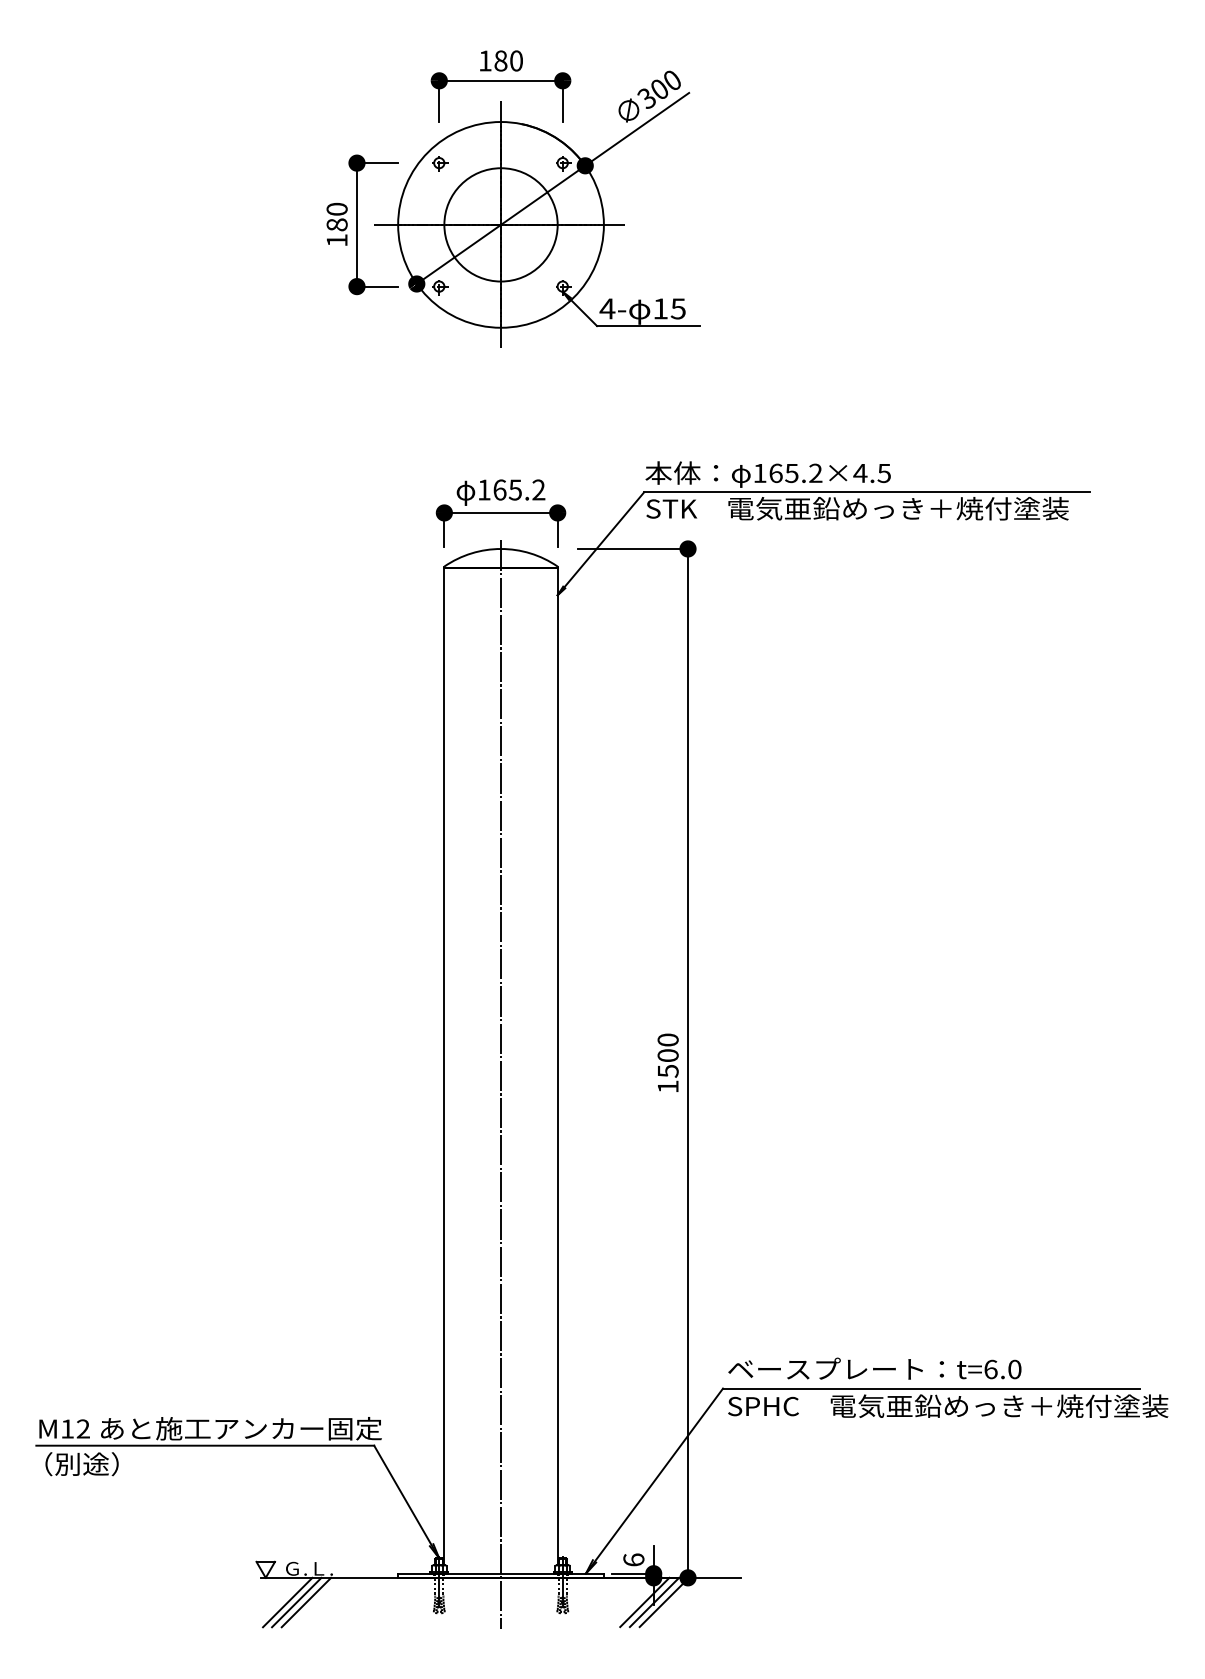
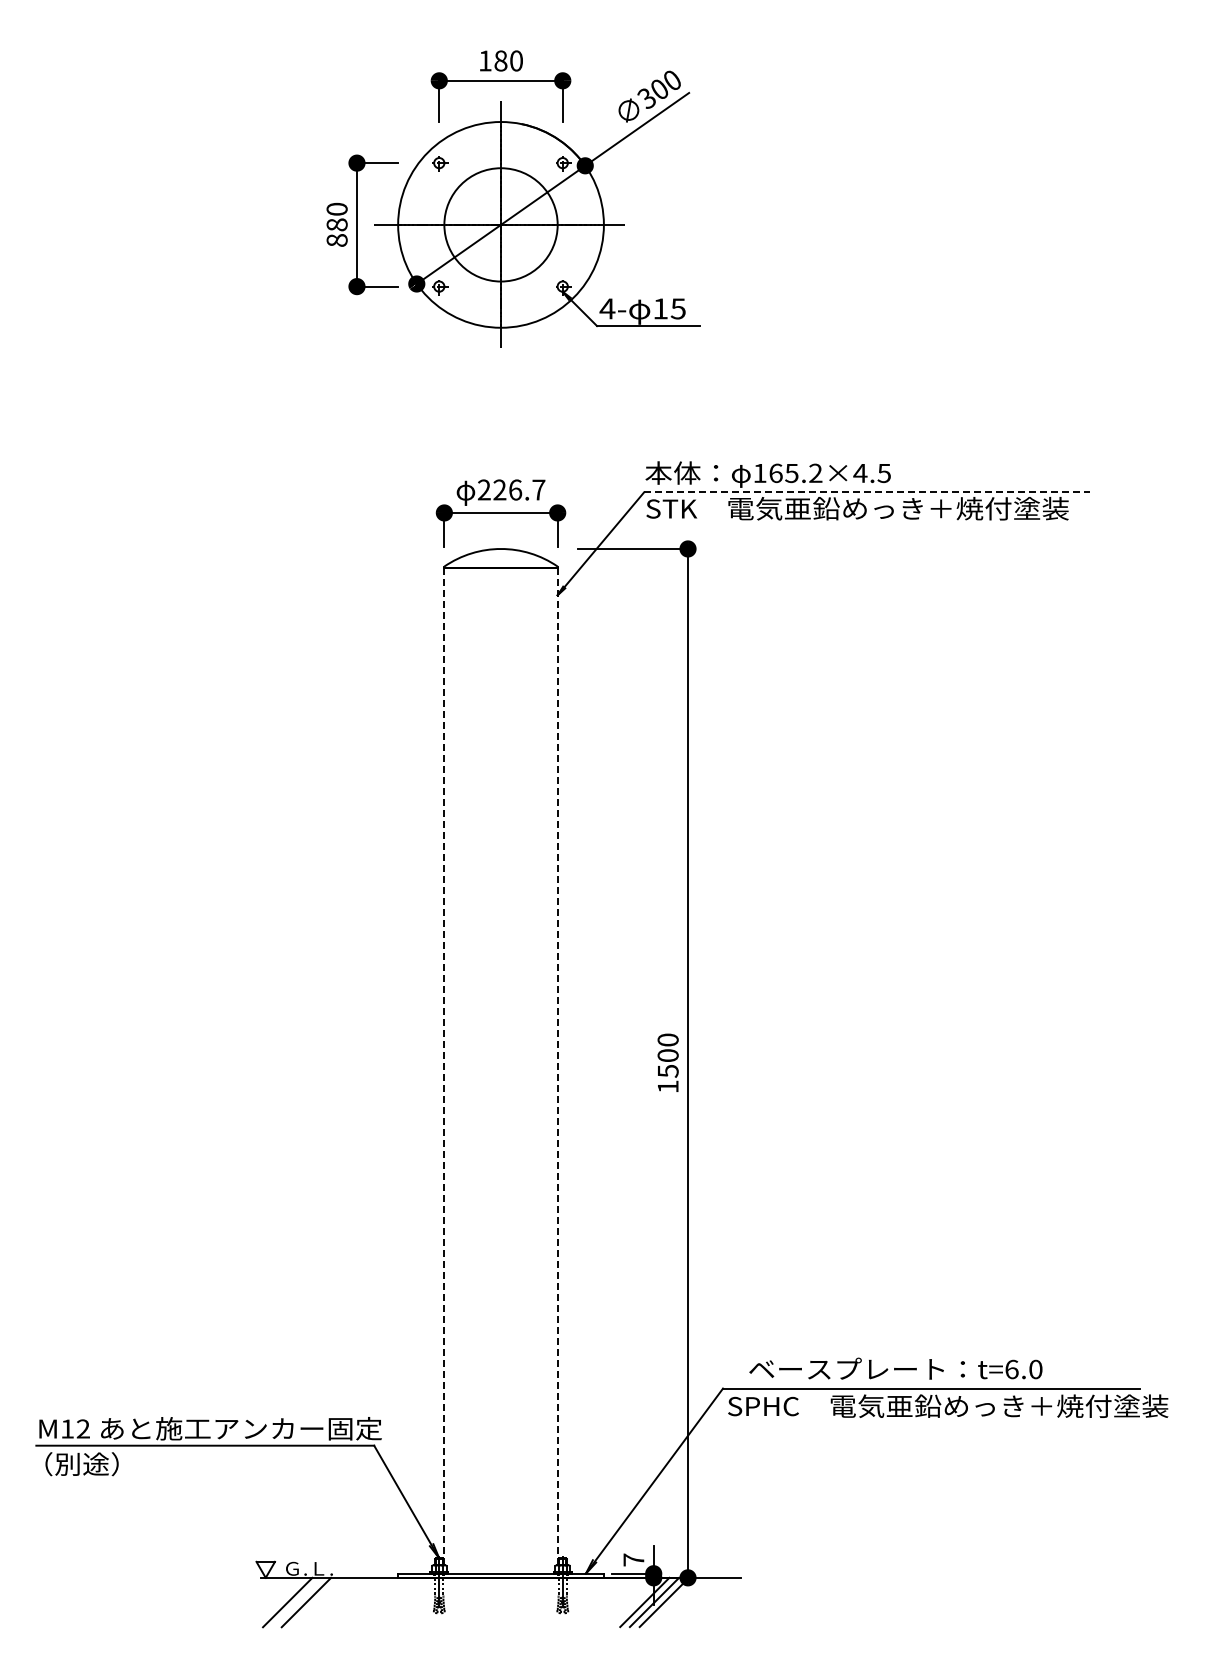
text at (336, 240): 180 -> 880
text at (511, 489): 165.2 -> 226.7
line at (867, 492): solid -> dashed
line at (444, 1066): solid -> dashed
line at (557, 1066): solid -> dashed
line at (501, 1084): present -> none
text at (874, 1368) position: (874, 1368) -> (895, 1368)
text at (633, 1559): 6 -> 7
line at (296, 1602): present -> none
